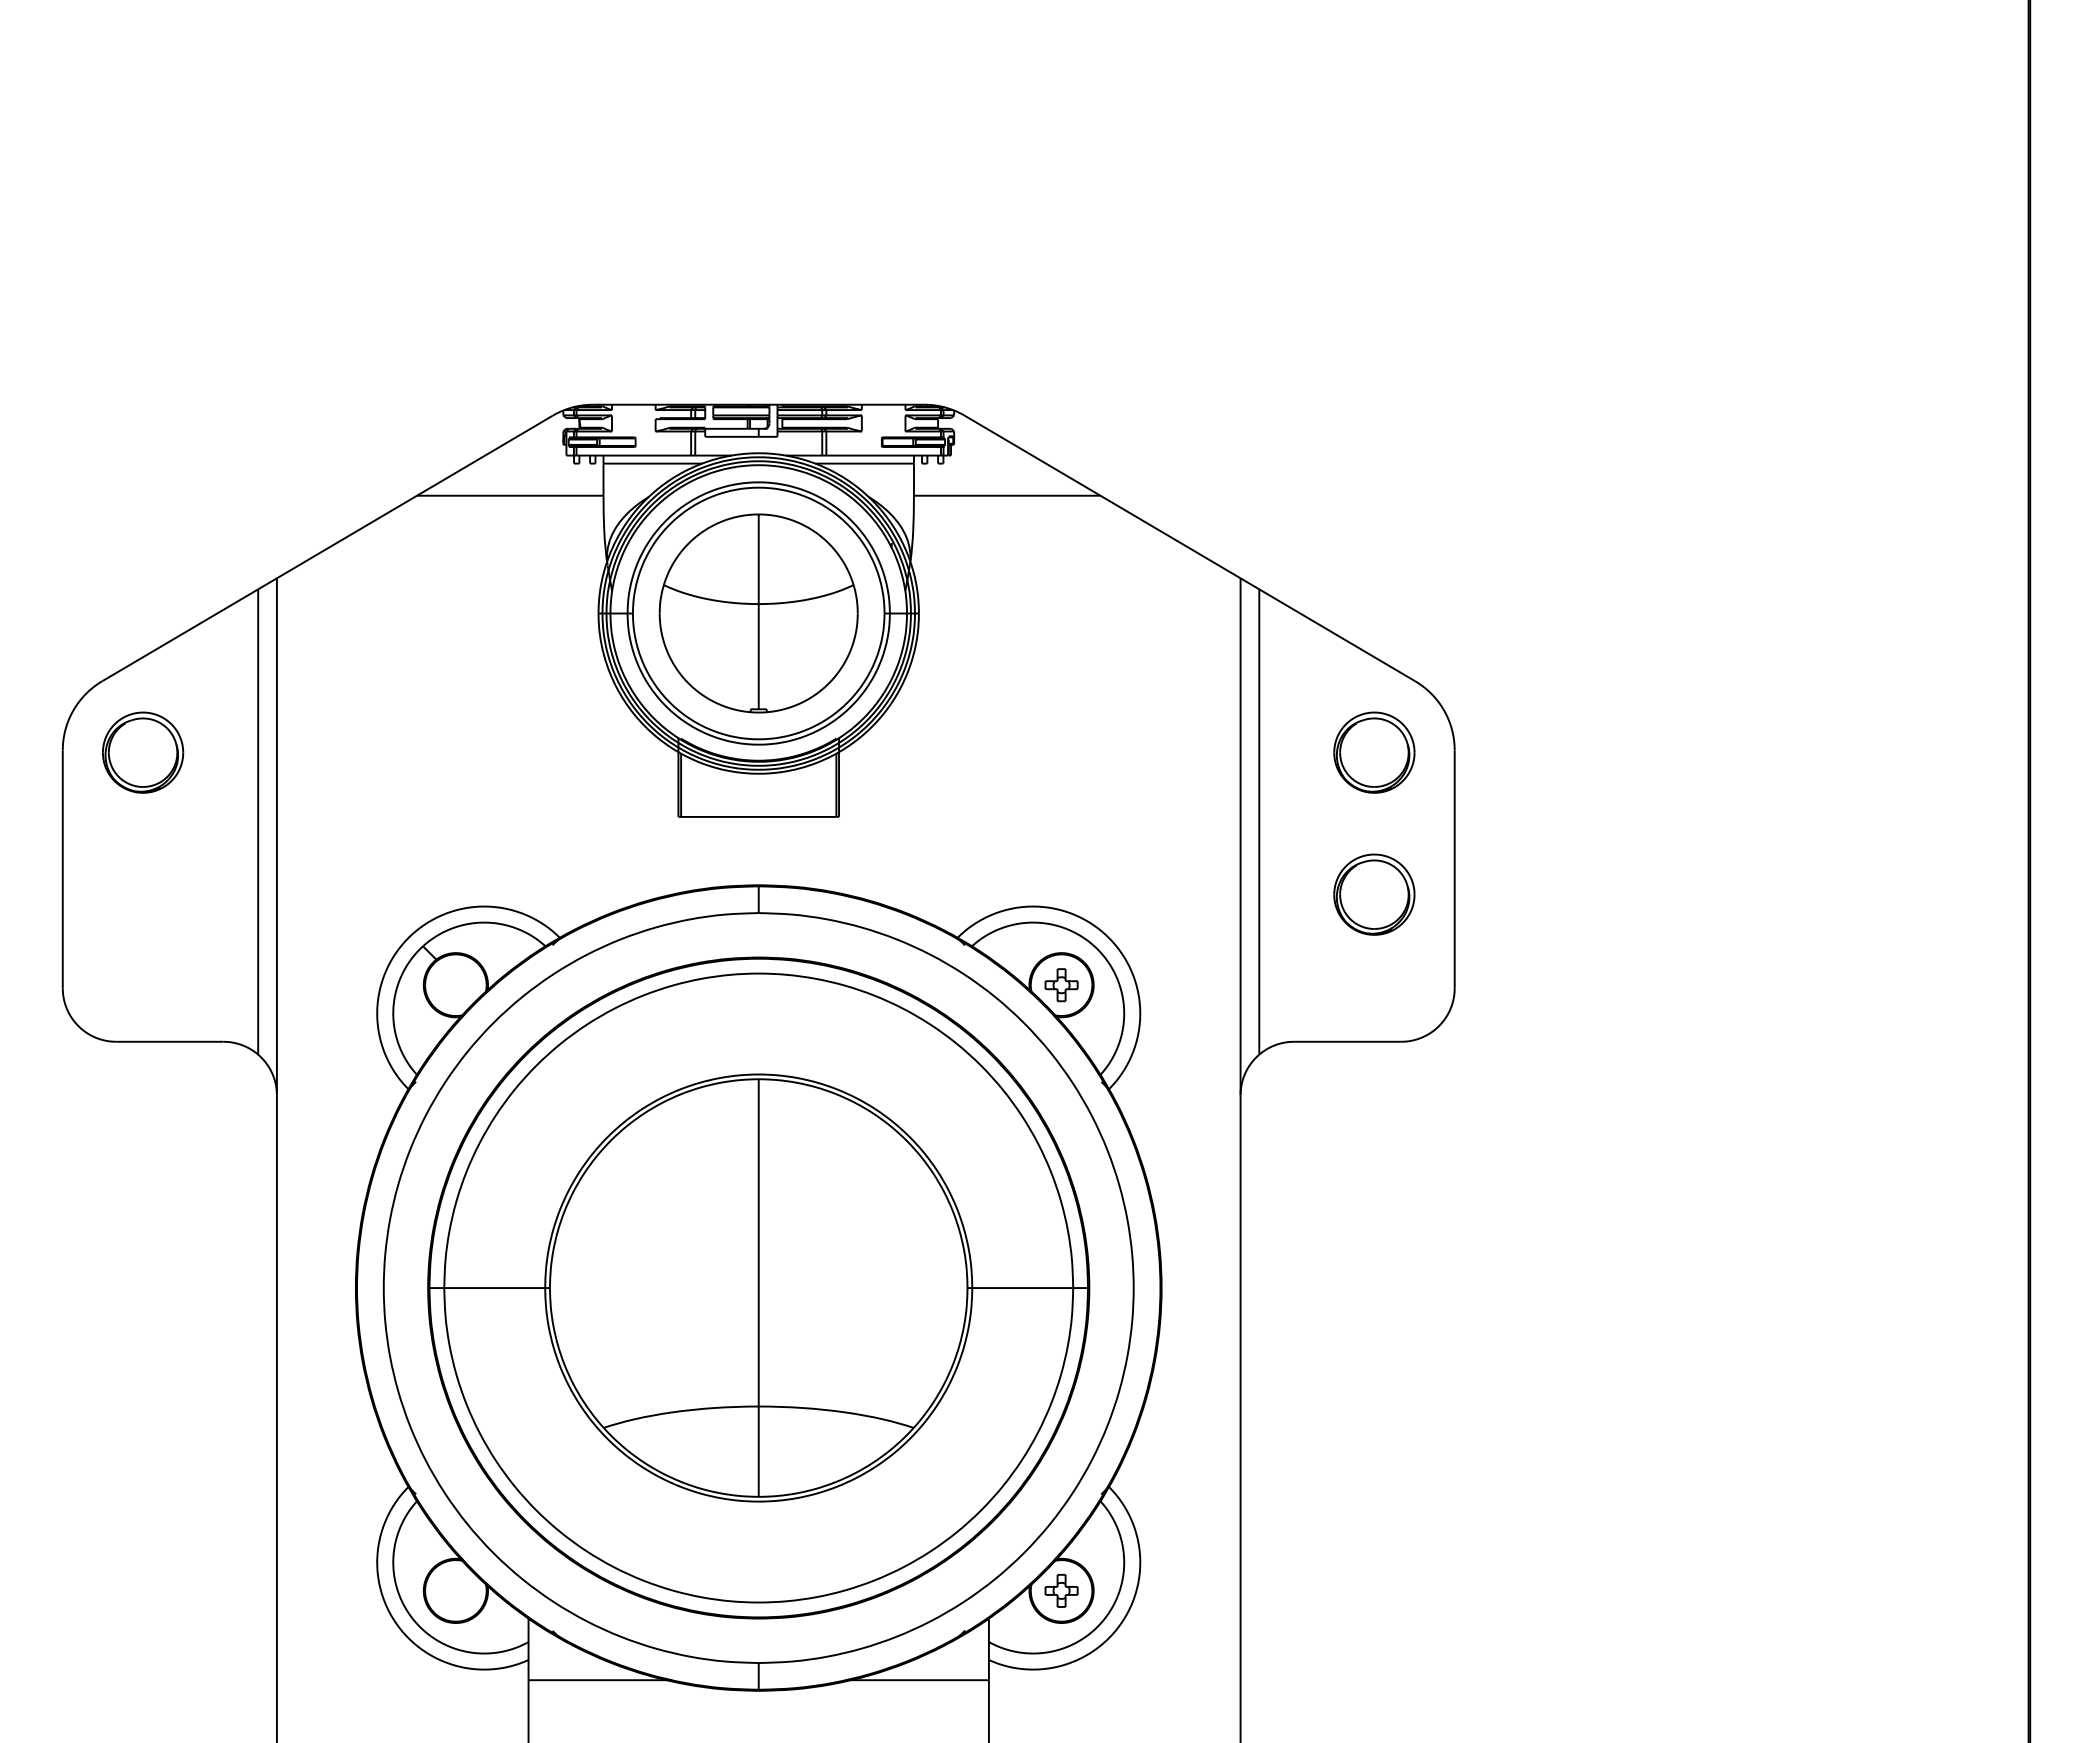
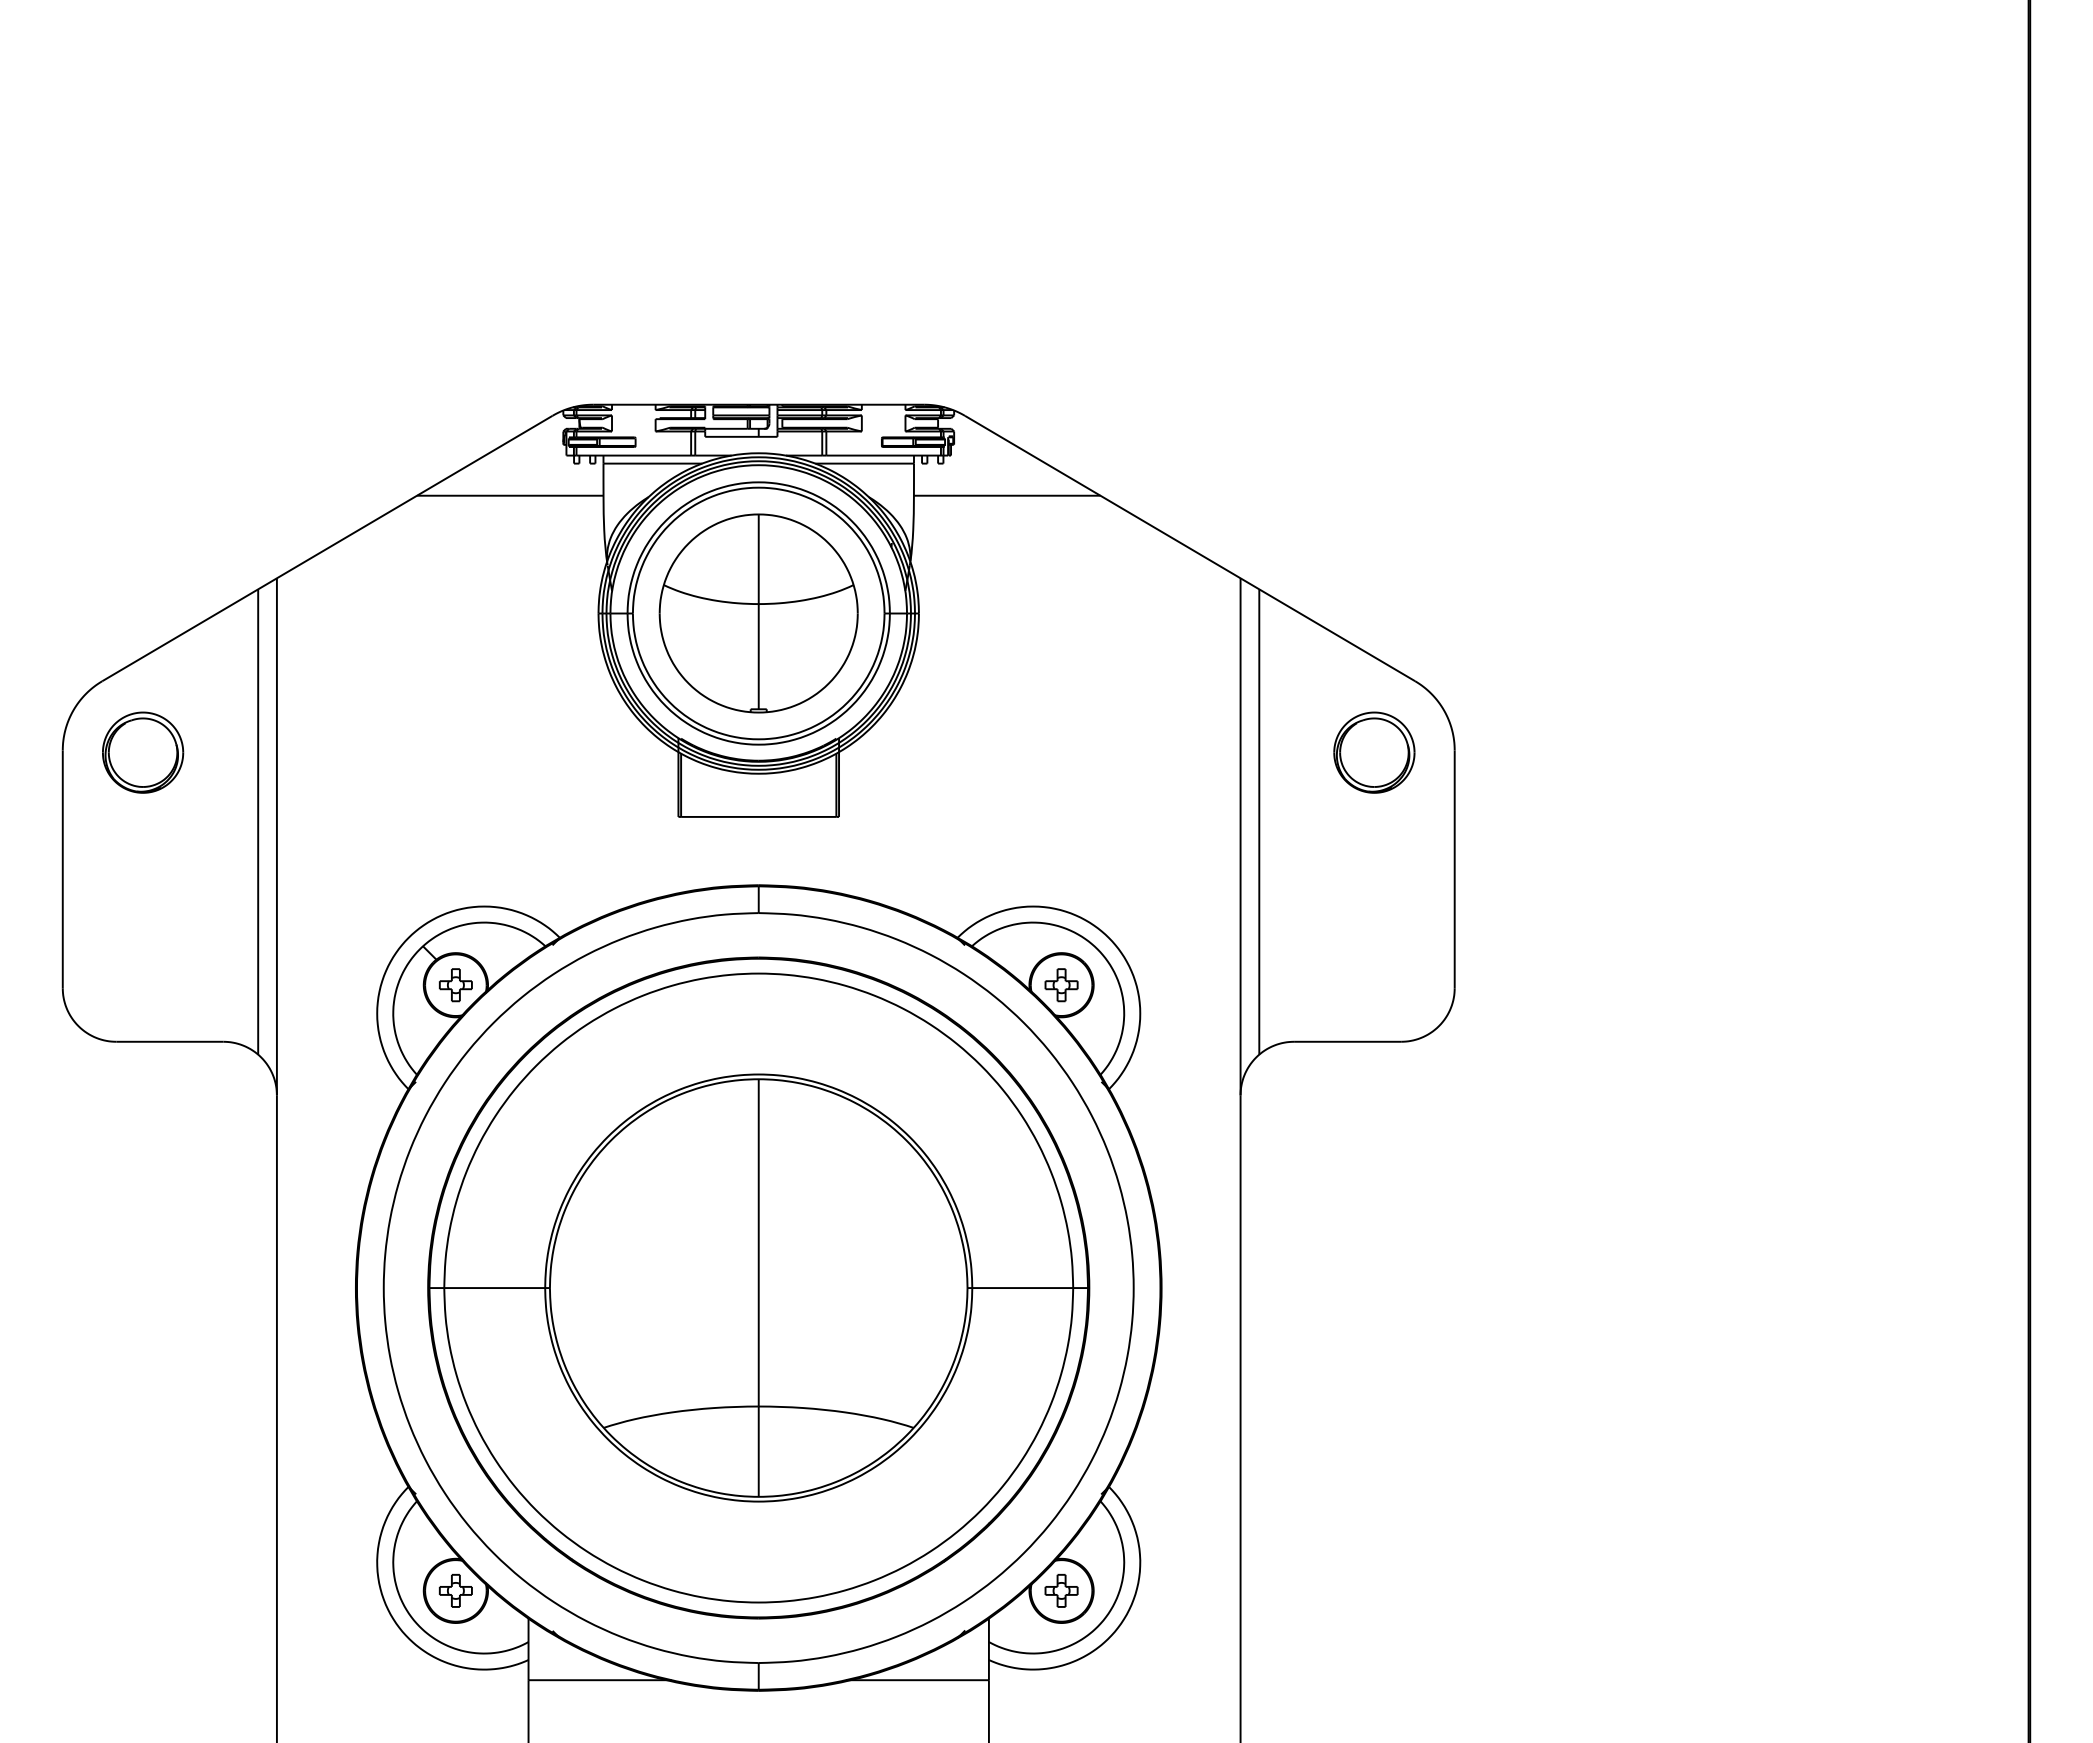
part at (1374, 894): present -> none
part at (455, 985): none -> present
part at (455, 1590): none -> present
